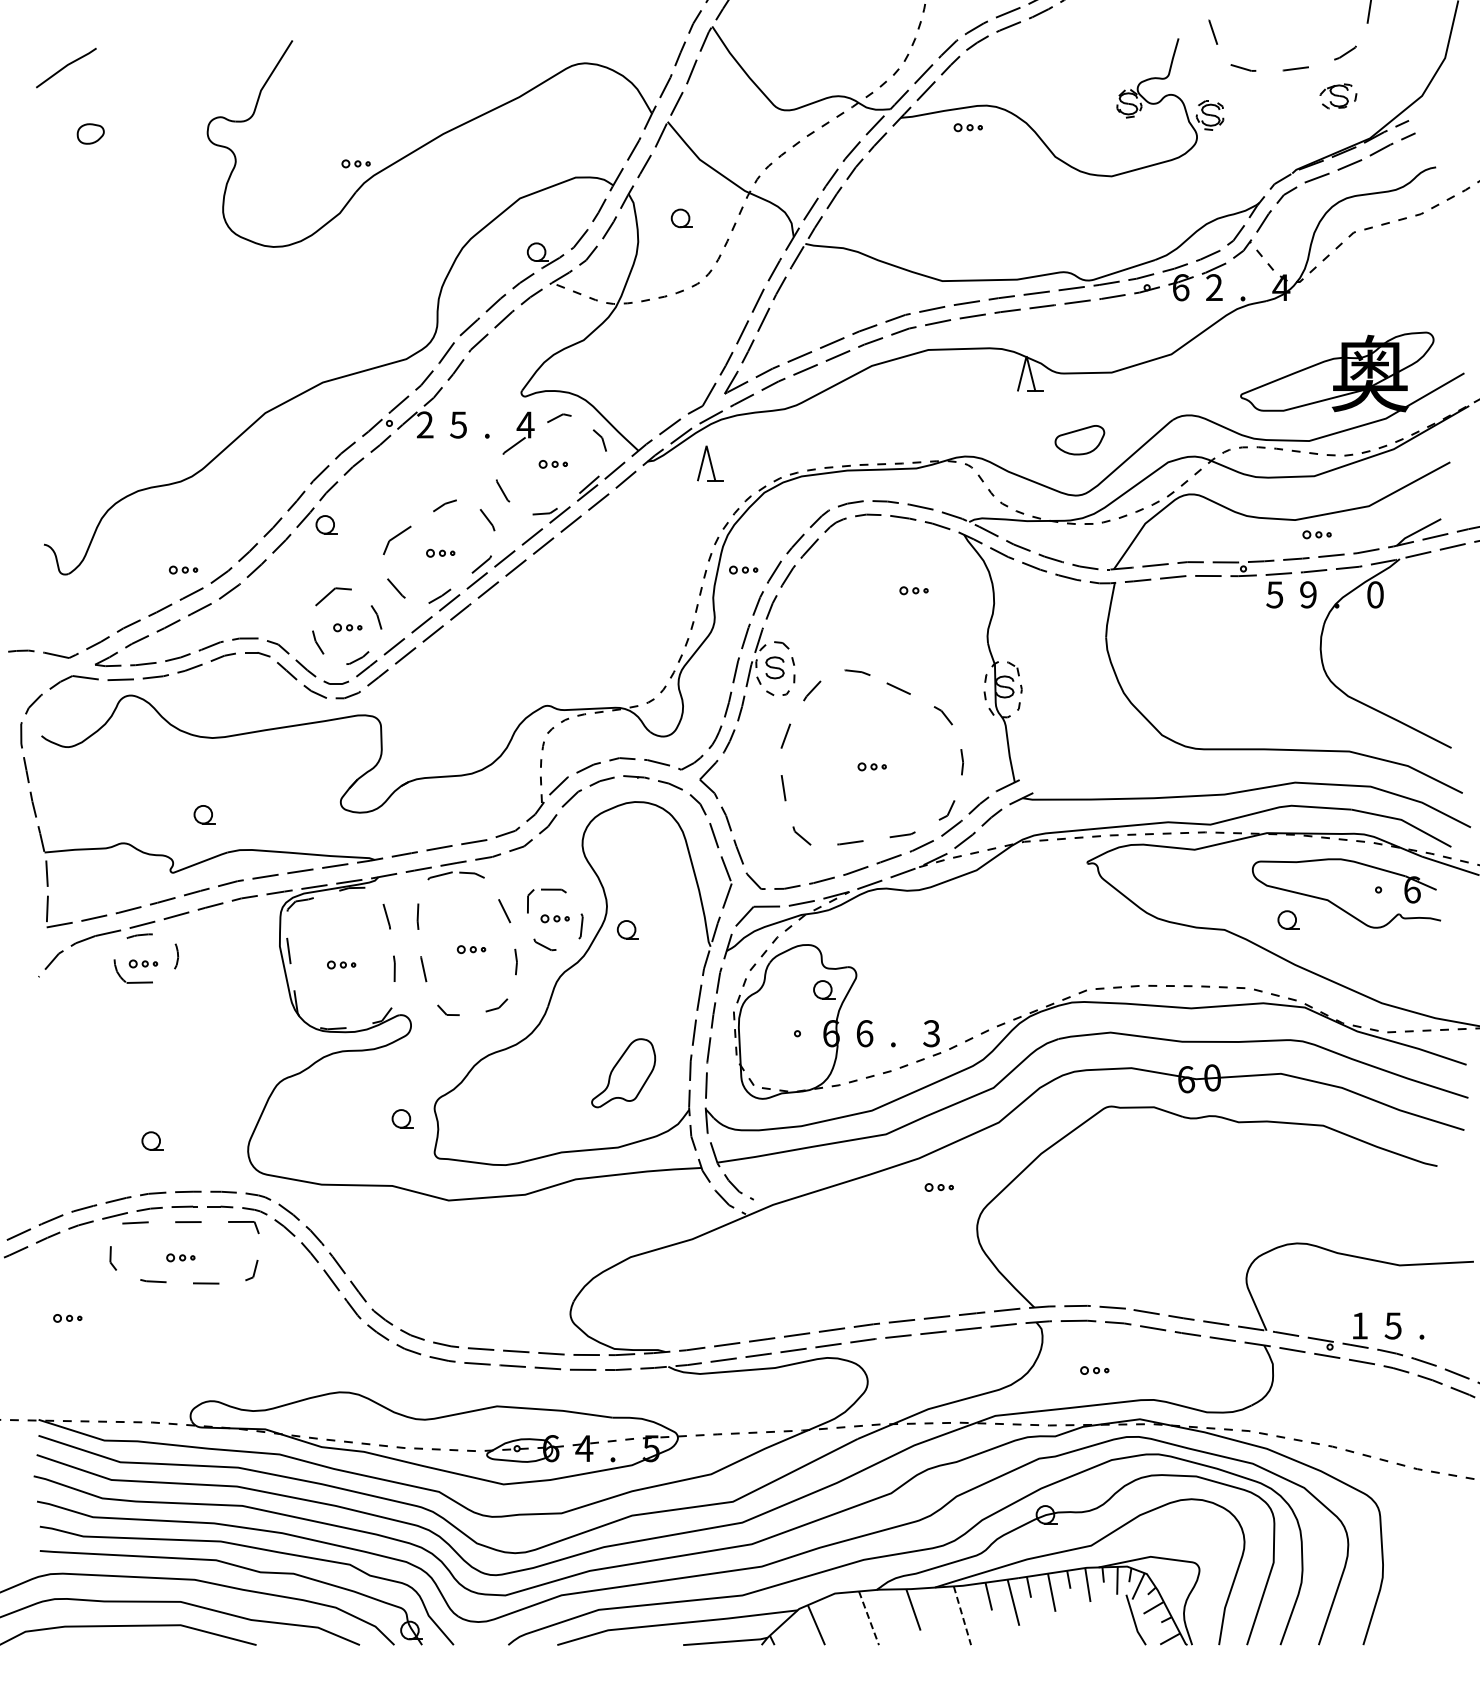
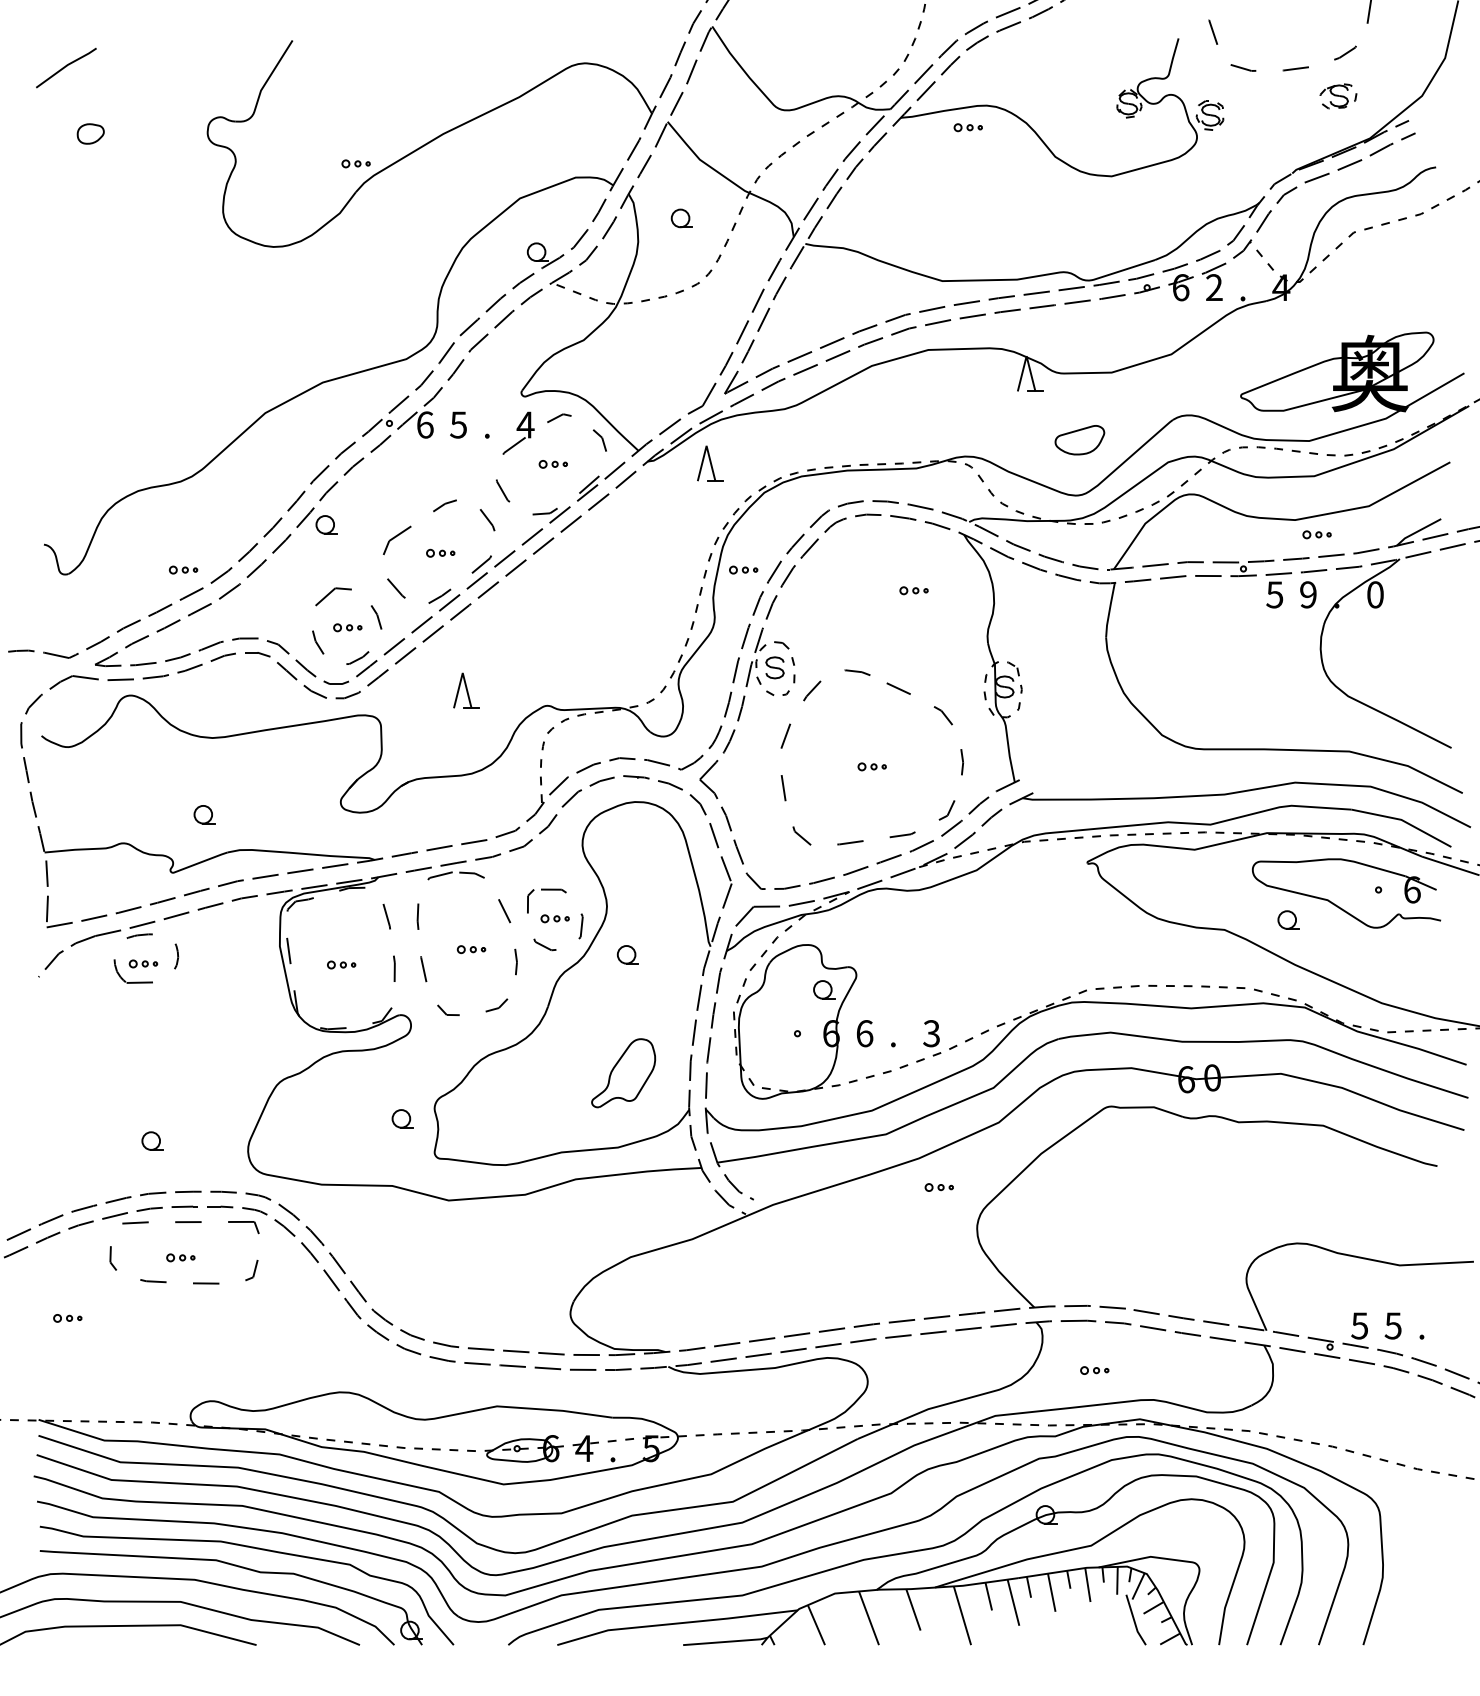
text at (424, 424): 2 -> 6
part at (466, 690): none -> present
part at (627, 929) position: (627, 929) -> (627, 954)
text at (1359, 1325): 1 -> 5
line at (962, 1615): dashed -> solid
line at (869, 1618): dashed -> solid
